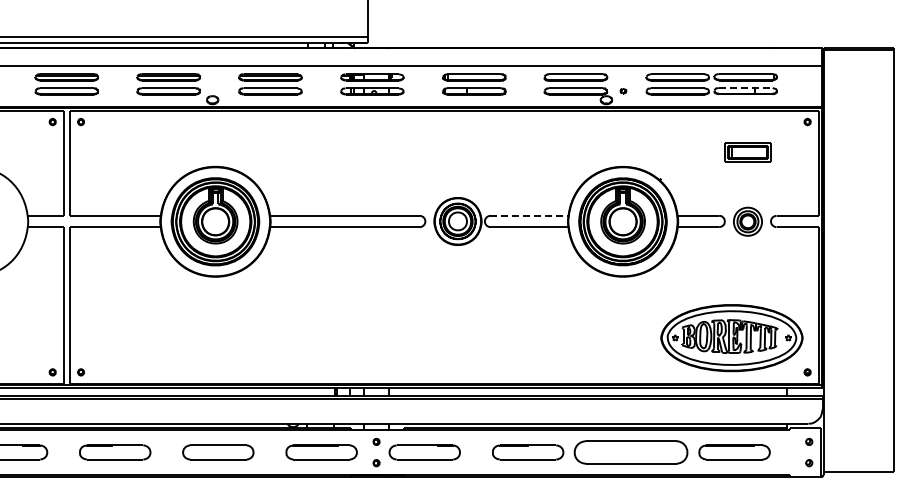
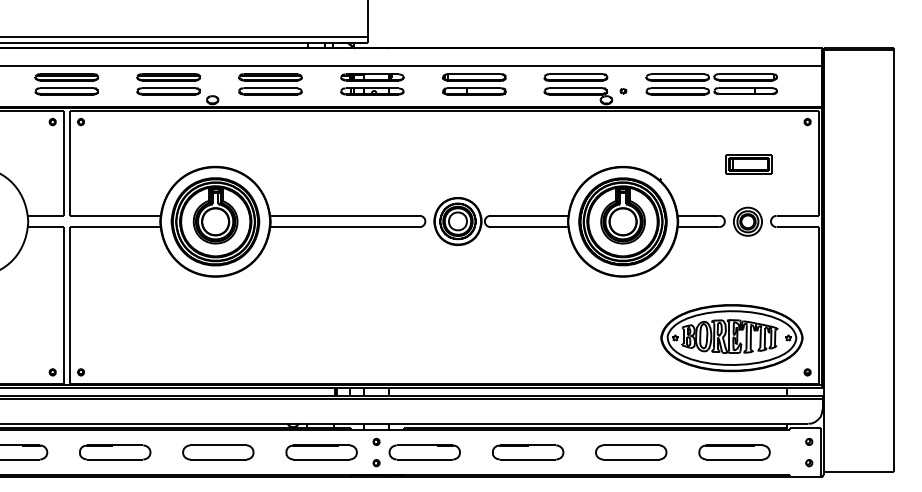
line at (745, 88): dashed -> solid
part at (747, 152) position: (747, 152) -> (748, 164)
line at (529, 215): dashed -> solid
part at (630, 452) size: 116x25 px -> 73x17 px
